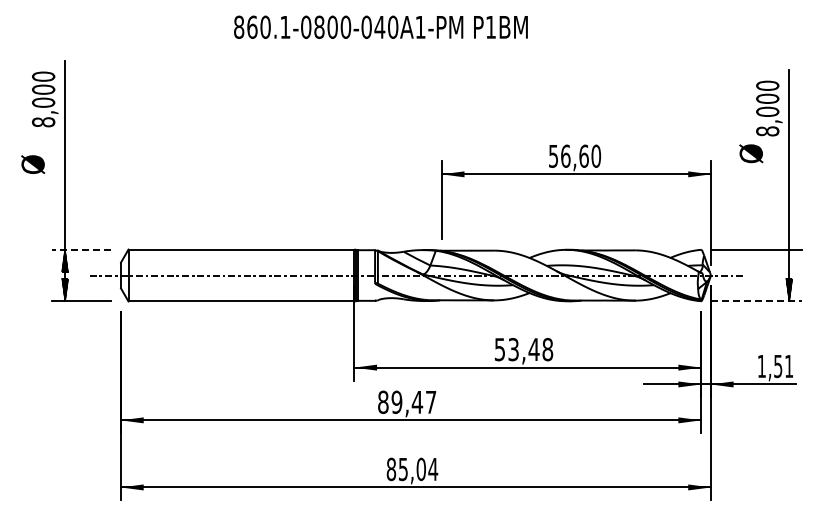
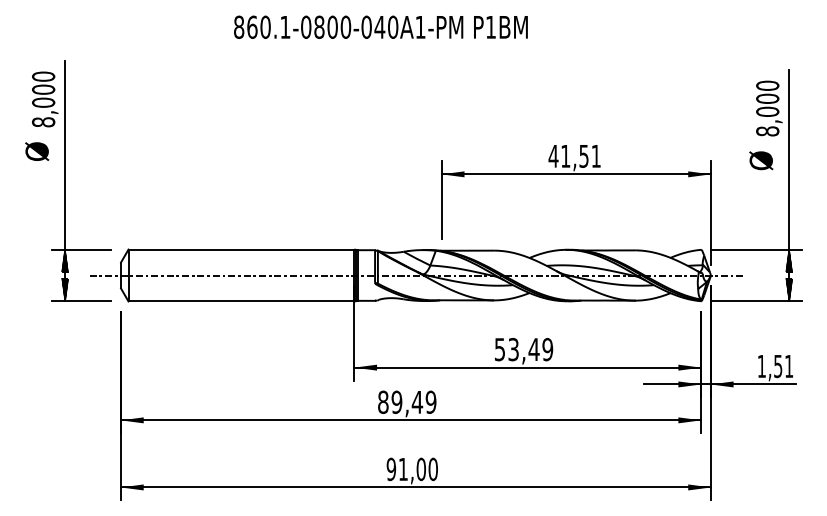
text at (751, 153) position: (751, 153) -> (761, 160)
text at (574, 155): 56,60 -> 41,51
text at (33, 164) position: (33, 164) -> (37, 151)
line at (80, 249): dashed -> solid
hatch at (789, 260): none -> present
line at (757, 301): dashed -> solid
text at (547, 349): 53,48 -> 53,49
text at (430, 401): 89,47 -> 89,49
text at (412, 469): 85,04 -> 91,00
